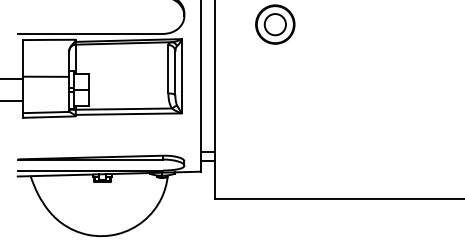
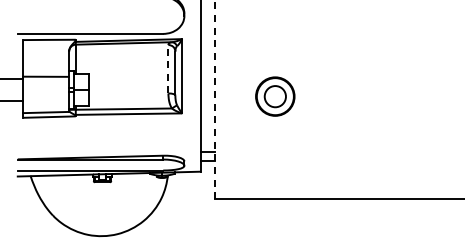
part at (275, 24) position: (275, 24) -> (275, 96)
line at (168, 68): solid -> dashed
line at (215, 99): solid -> dashed
